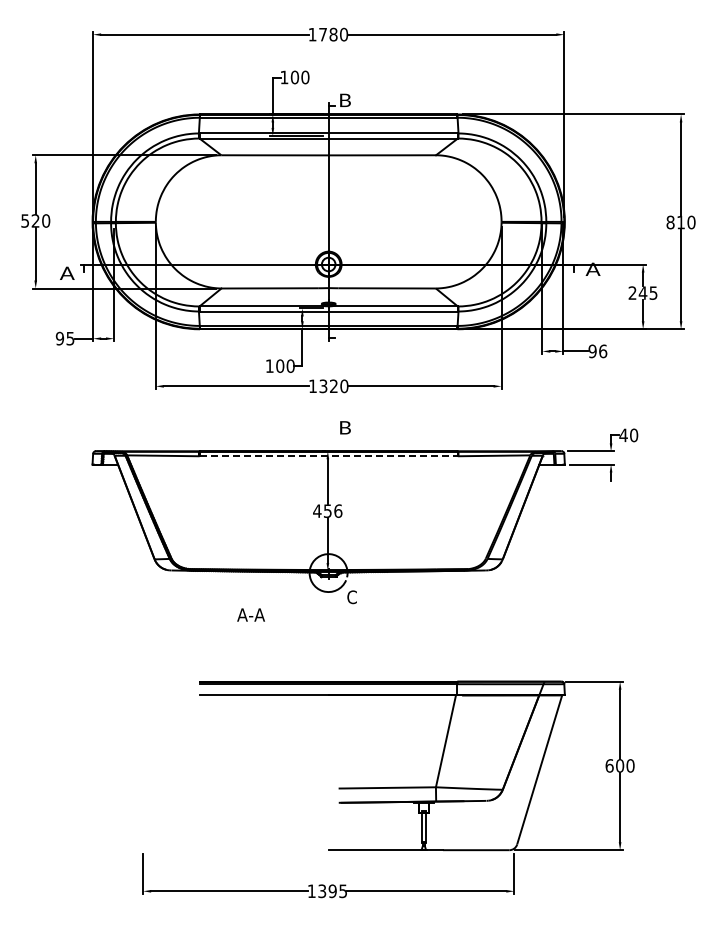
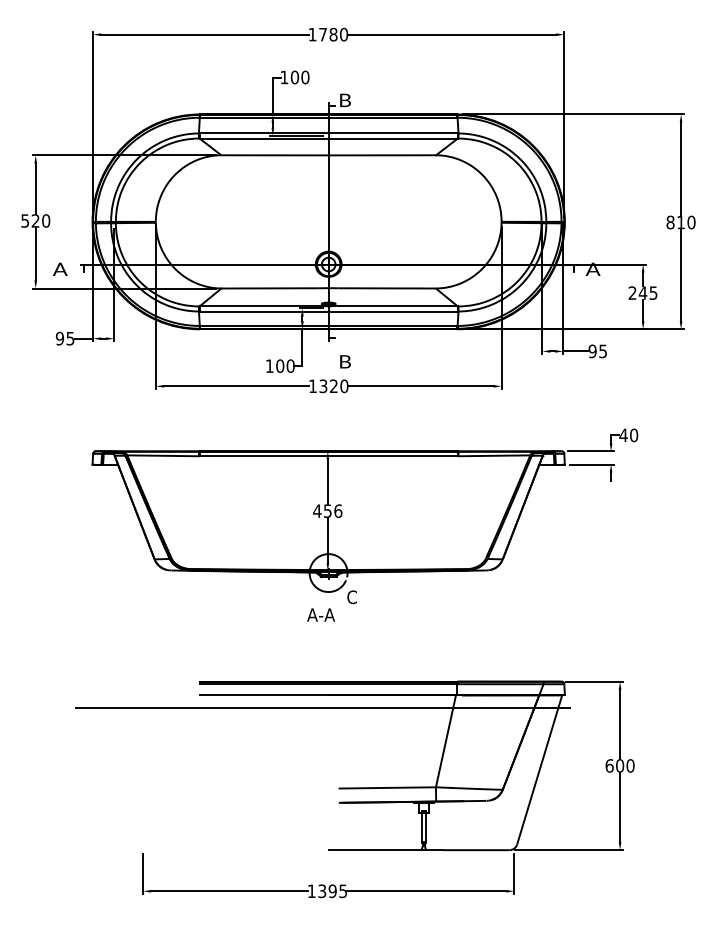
text at (67, 272) position: (67, 272) -> (60, 268)
text at (603, 351): 96 -> 95
text at (345, 427) position: (345, 427) -> (345, 361)
line at (329, 456): dashed -> solid
text at (250, 614) position: (250, 614) -> (320, 614)
line at (323, 708): none -> present
